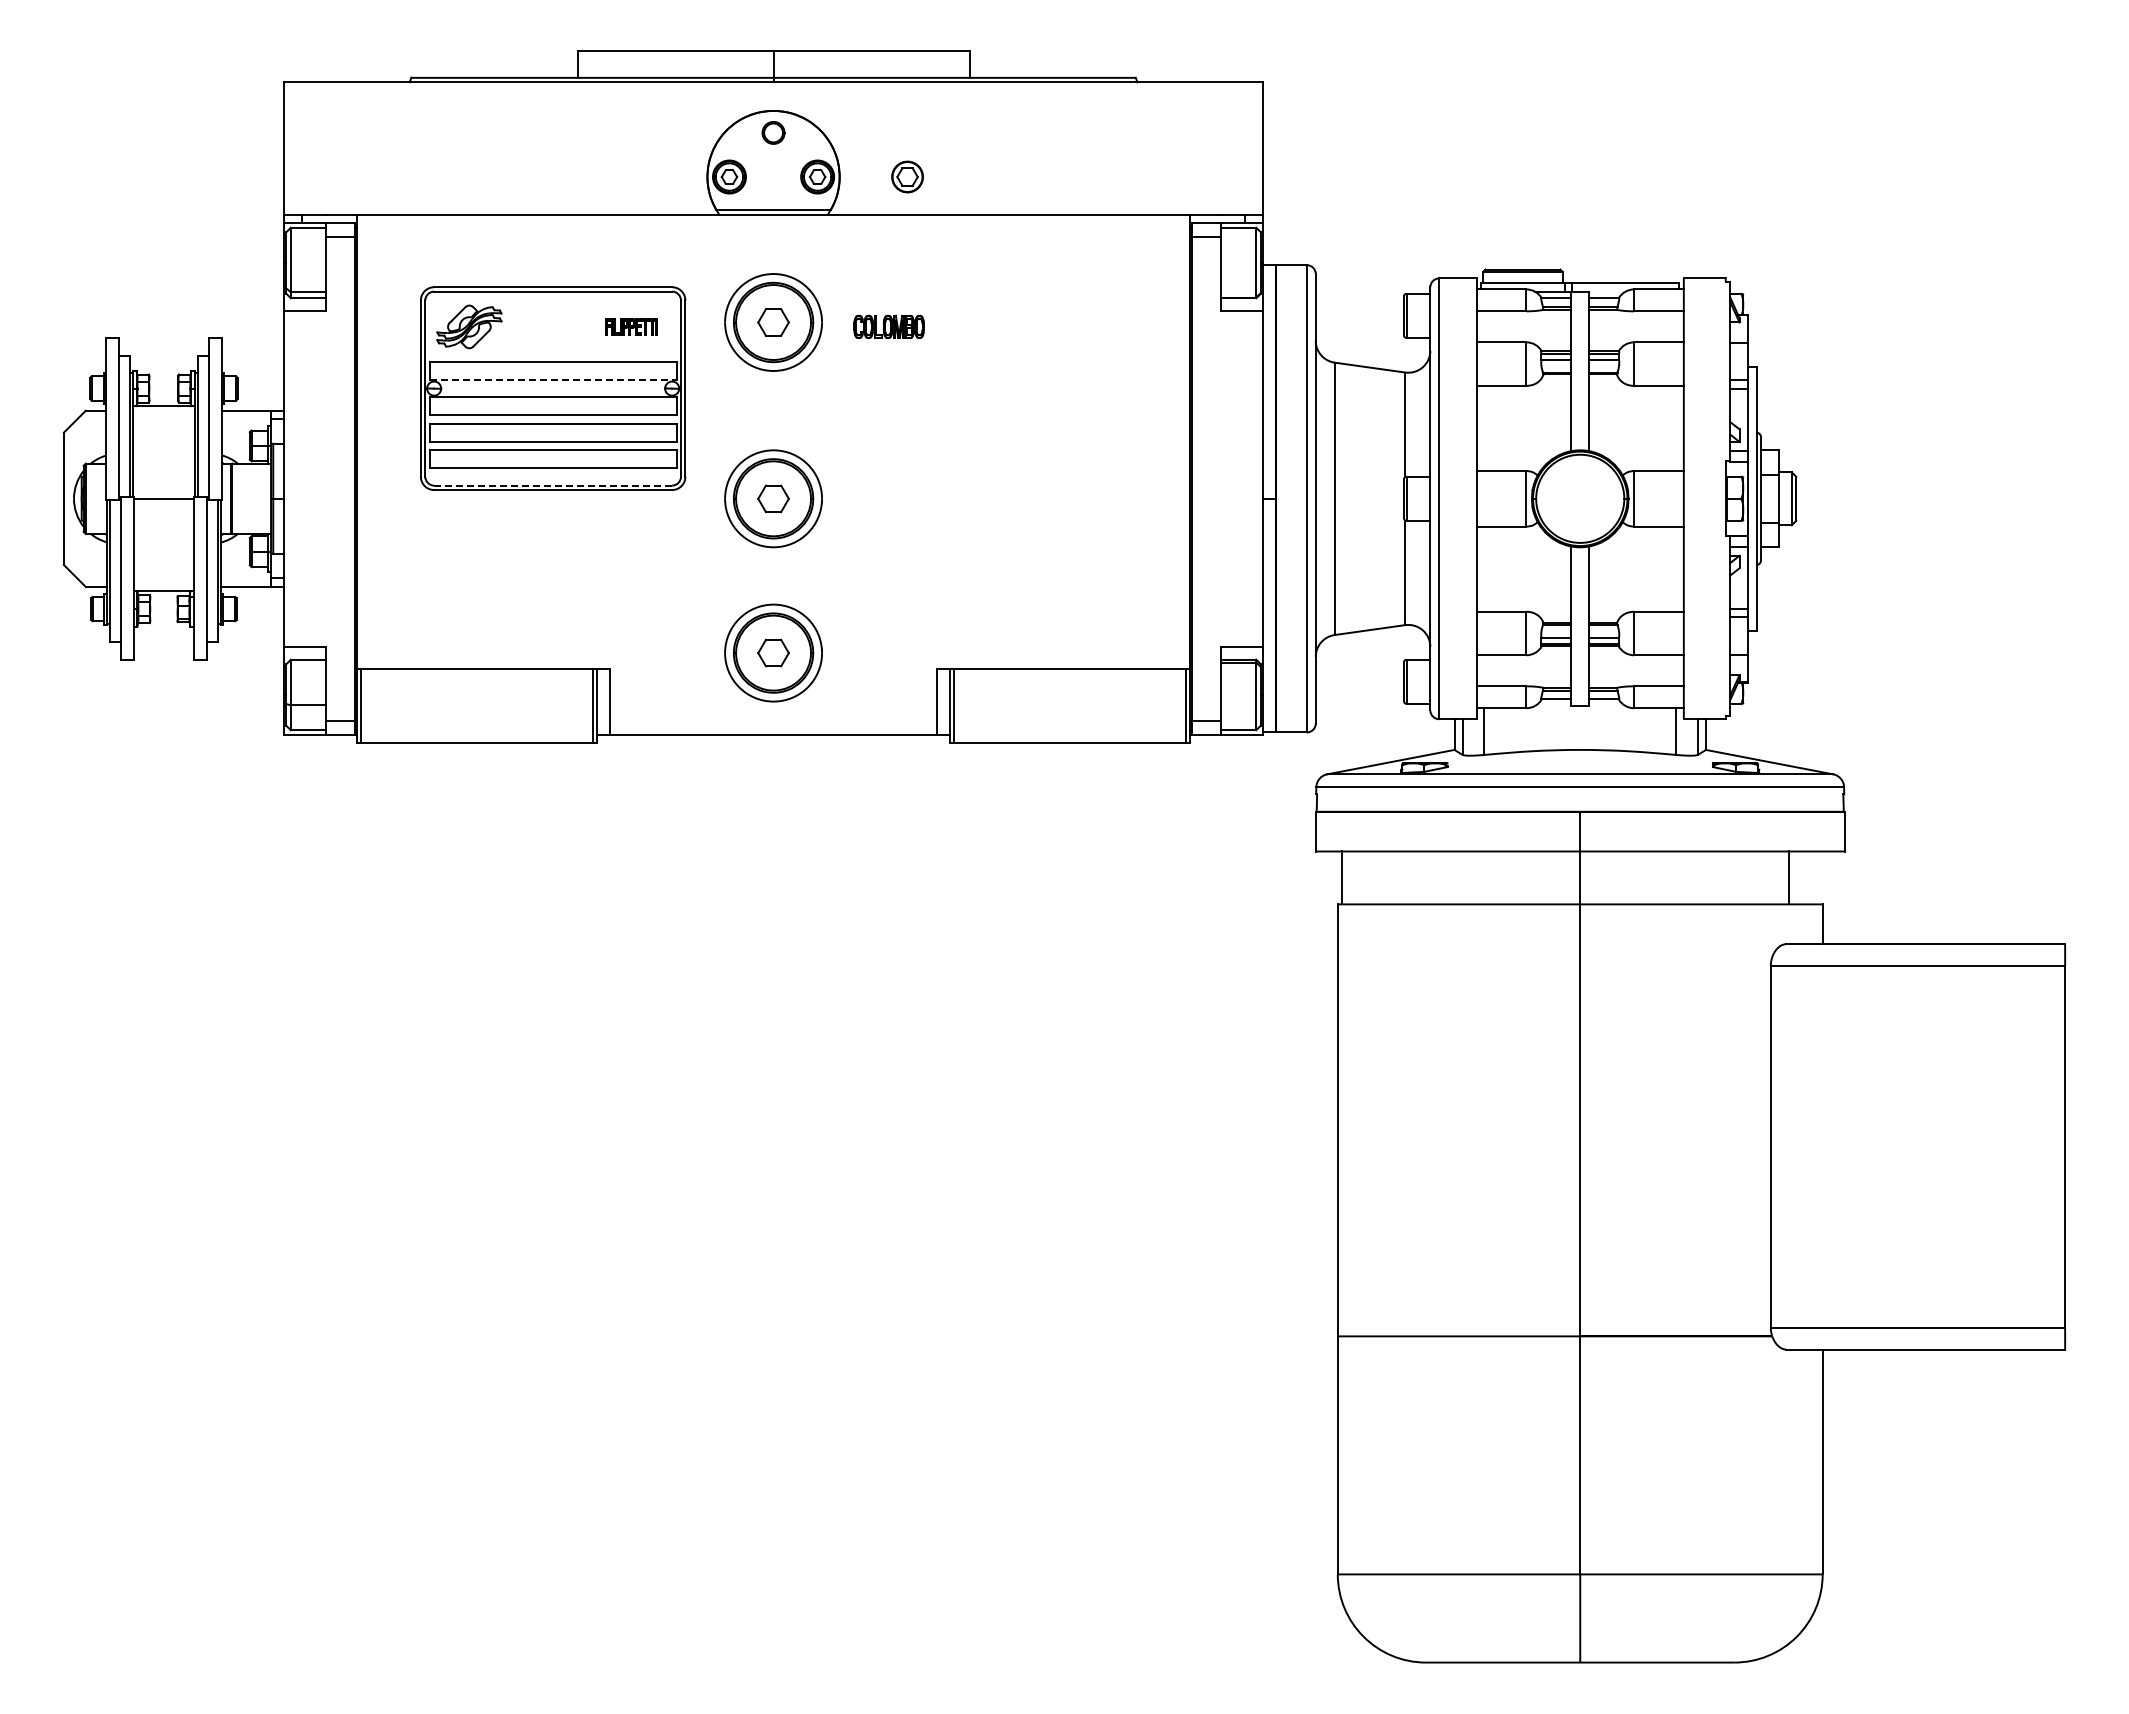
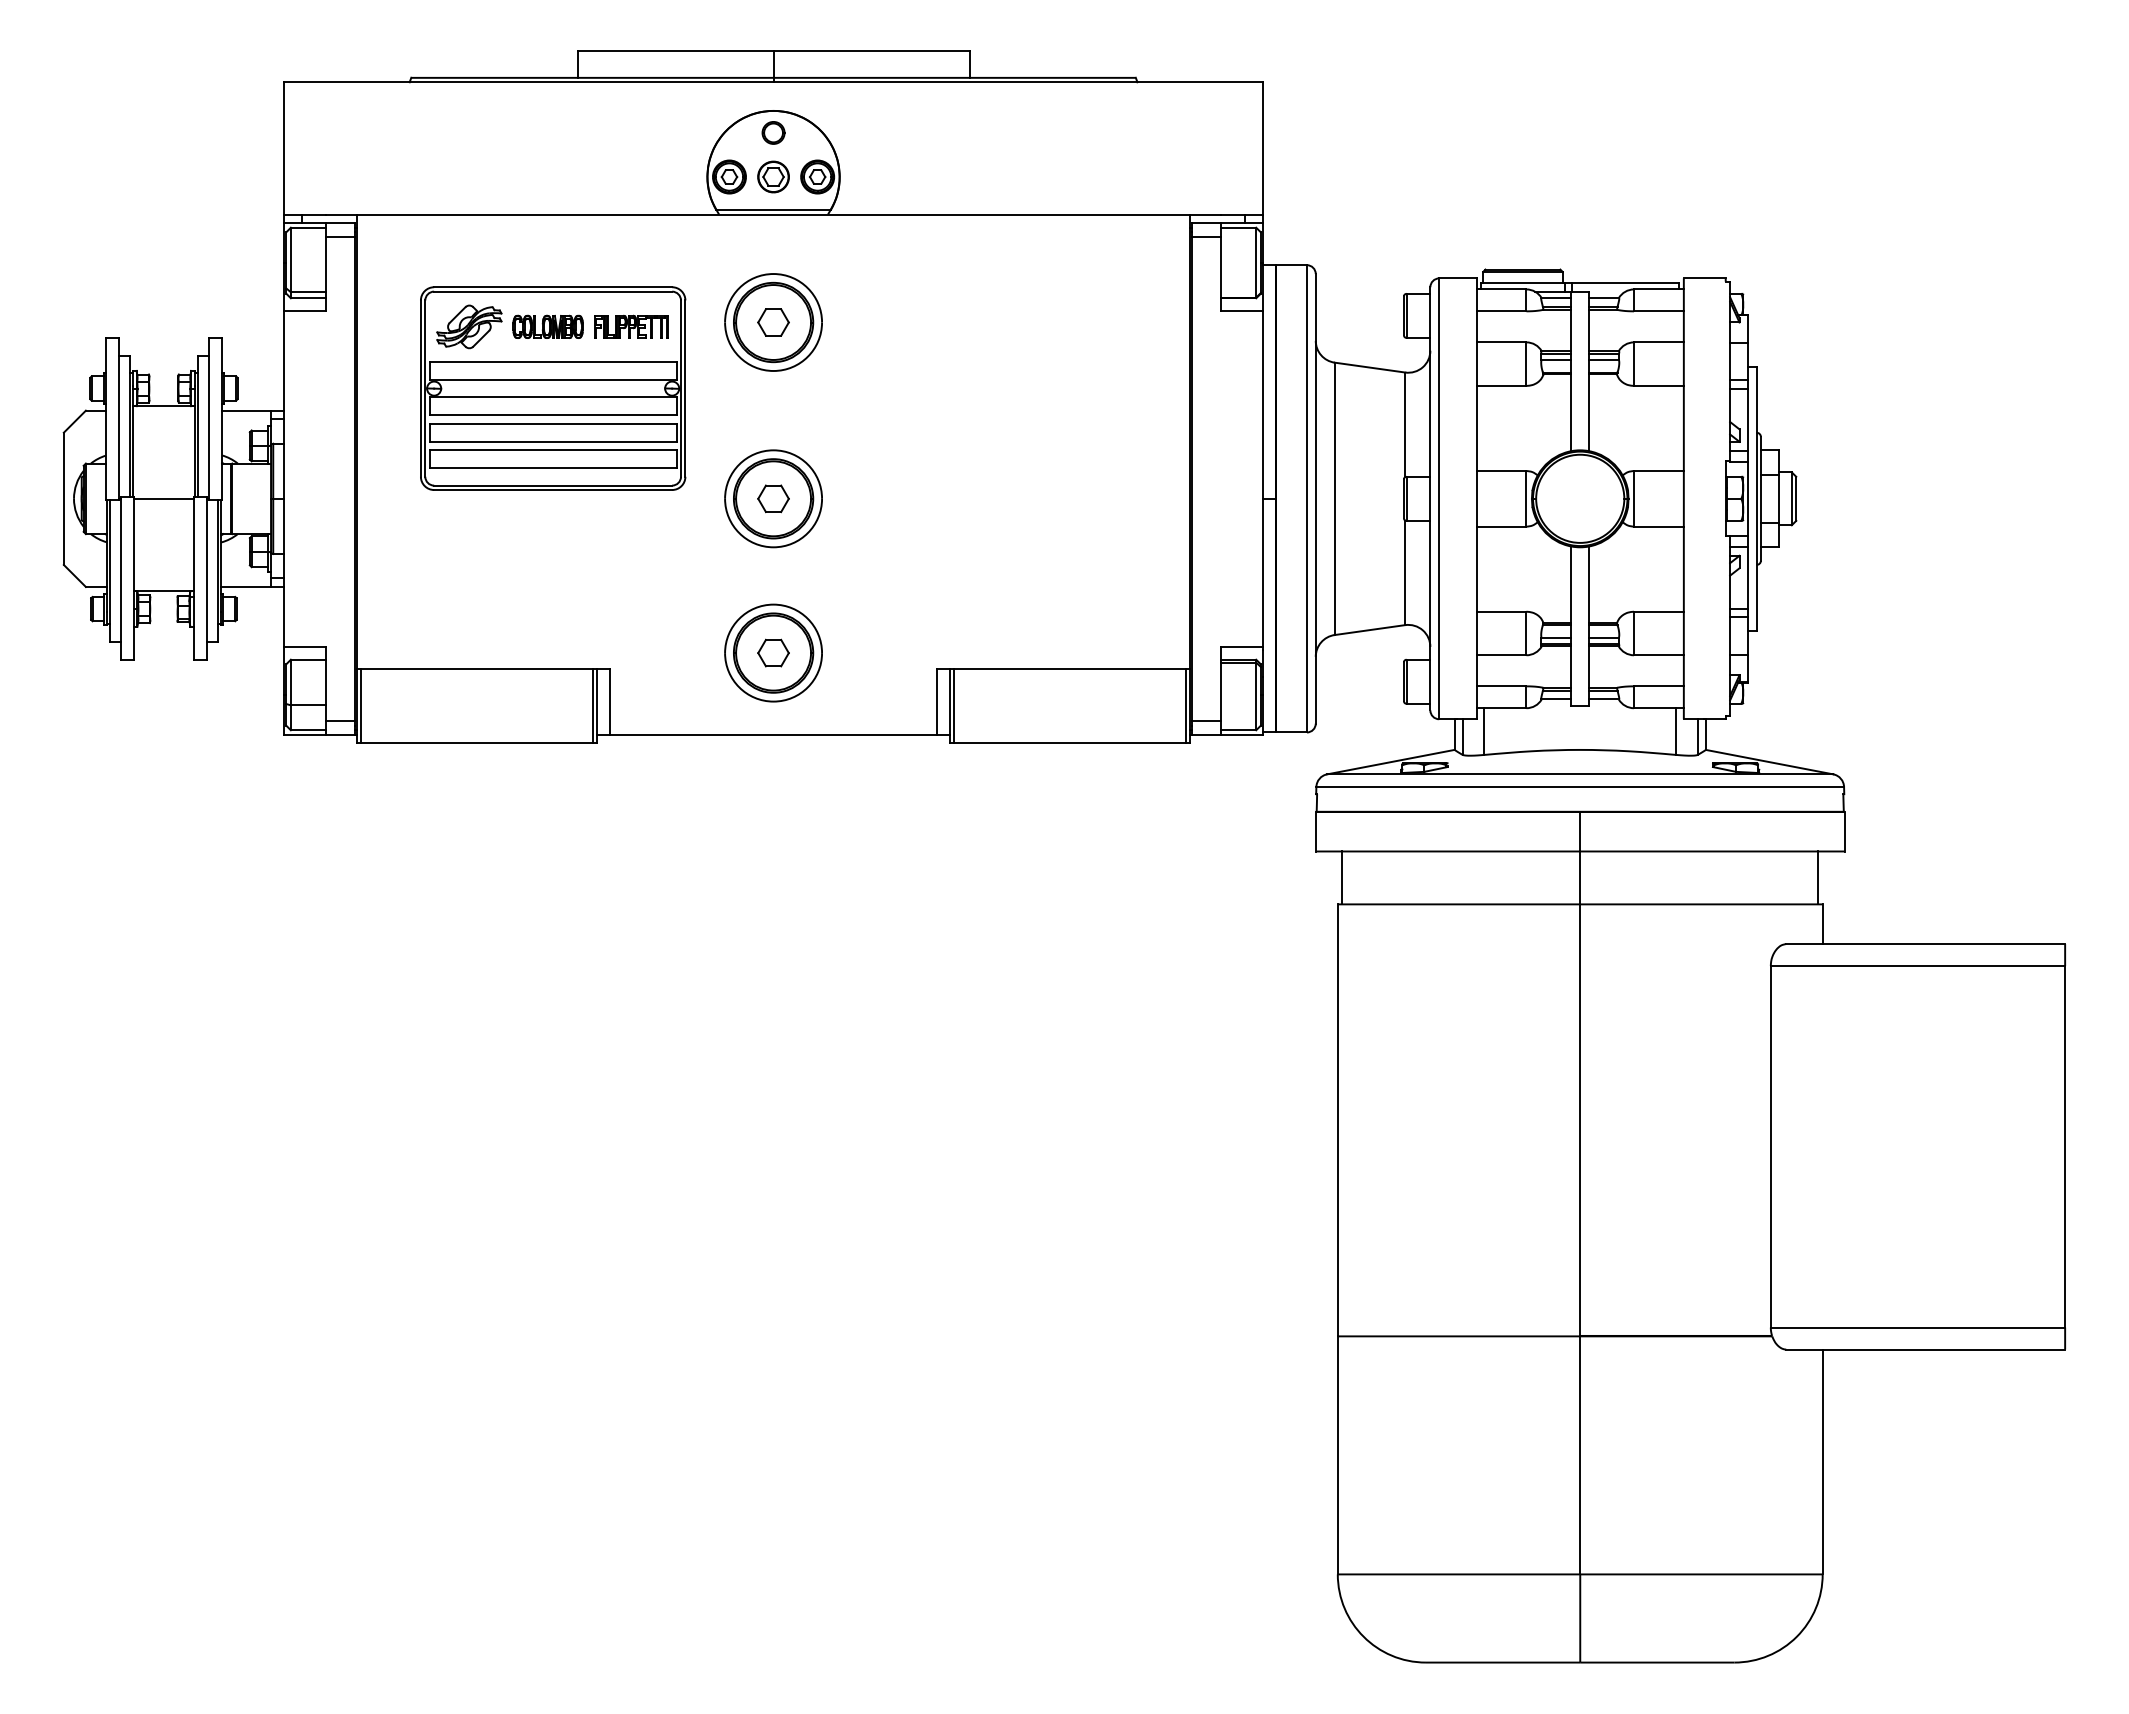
part at (907, 176) position: (907, 176) -> (773, 176)
part at (631, 326) size: 53x18 px -> 75x25 px
part at (888, 326) position: (888, 326) -> (547, 326)
line at (553, 379): dashed -> solid
line at (552, 485): dashed -> solid
line at (1789, 877) position: (1789, 877) -> (1818, 877)
